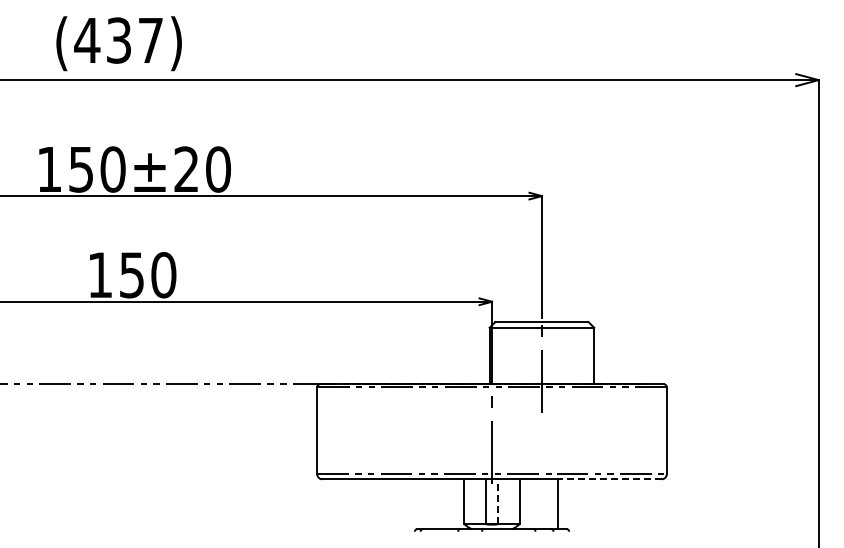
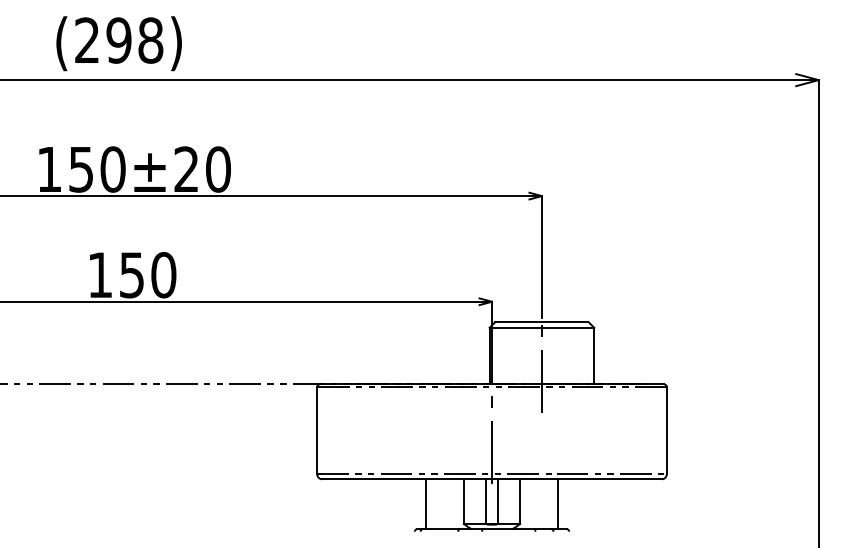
text at (118, 40): (437) -> (298)
line at (607, 479): dashed -> solid
line at (497, 501): dashed -> solid
line at (425, 504): none -> present
